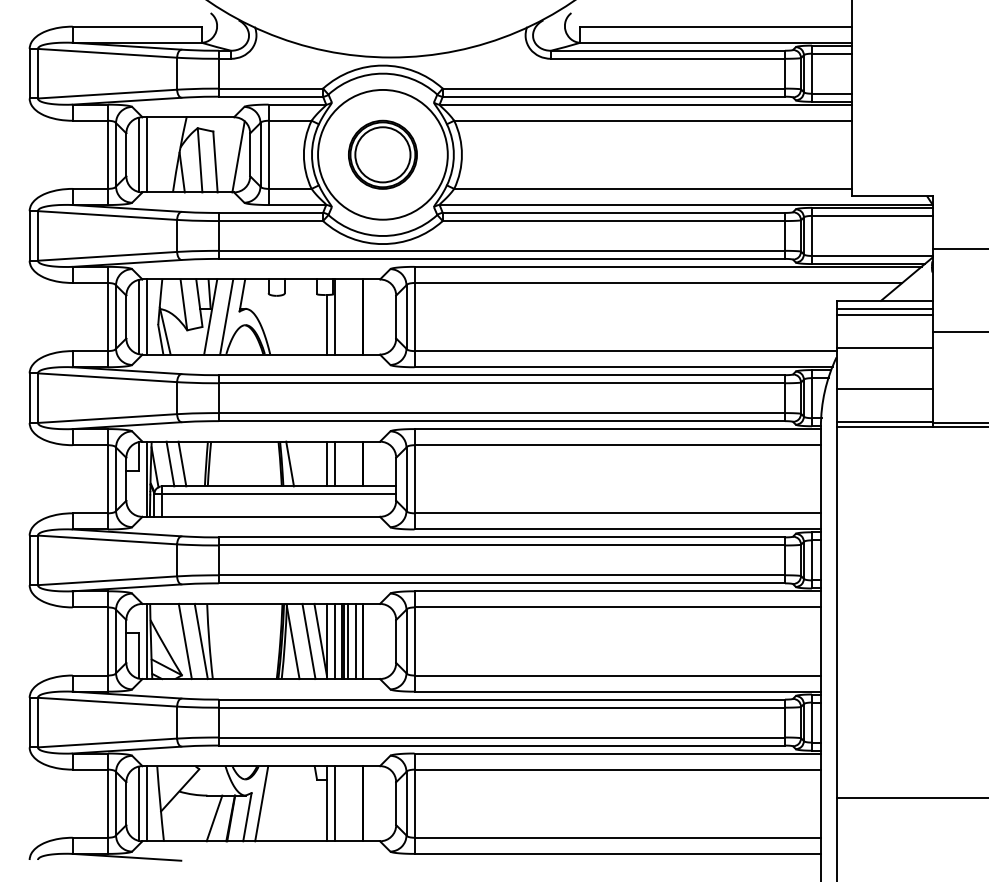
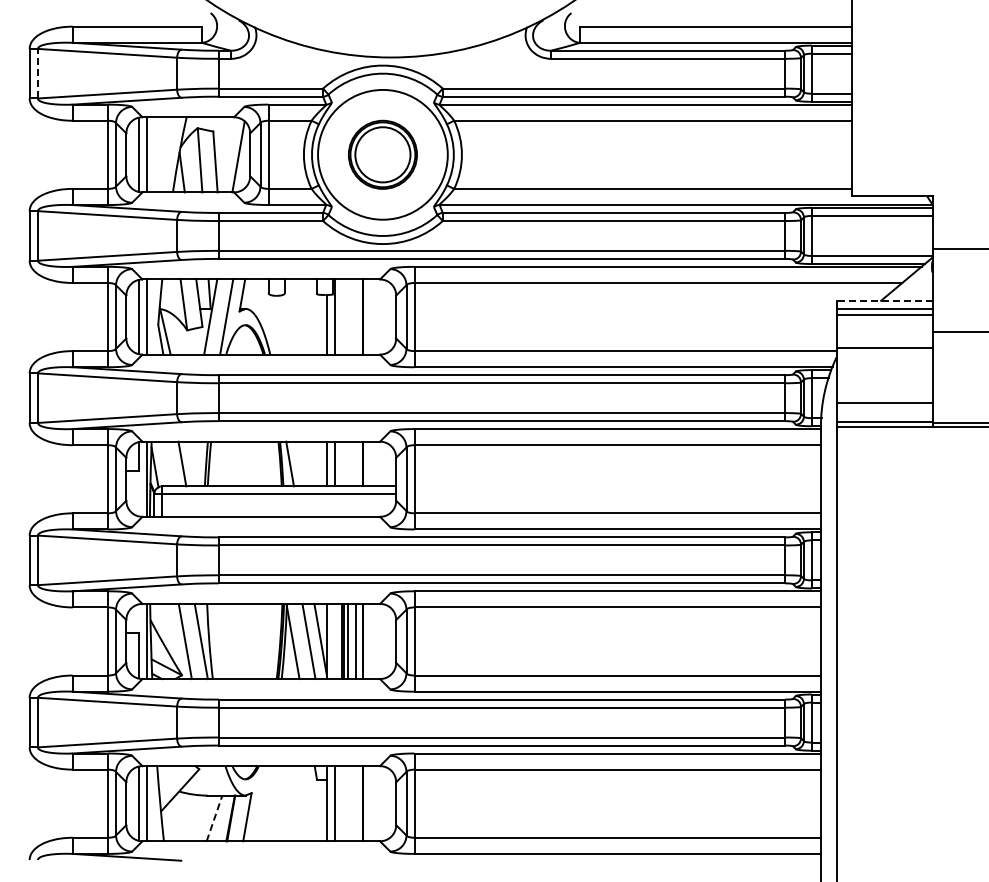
line at (38, 73): solid -> dashed
line at (884, 300): solid -> dashed
line at (884, 388) position: (884, 388) -> (884, 402)
line at (170, 463): present -> none
line at (334, 641): present -> none
line at (911, 797): present -> none
line at (261, 803): present -> none
line at (214, 817): solid -> dashed
